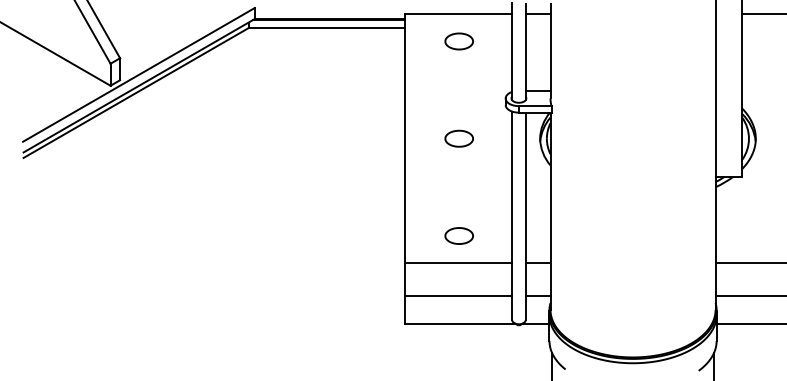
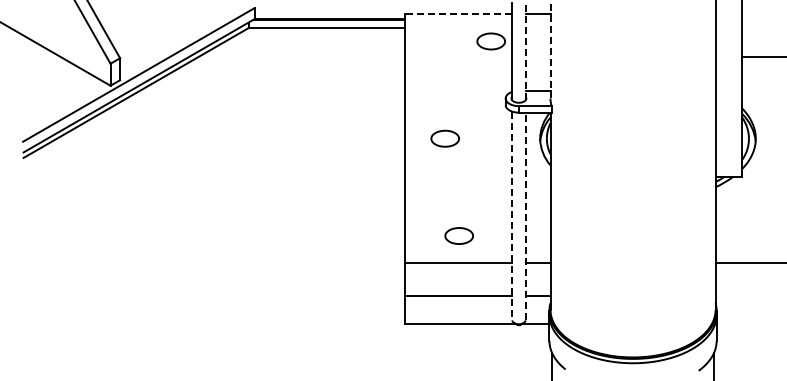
line at (458, 14): solid -> dashed
line at (762, 14) position: (762, 14) -> (762, 57)
part at (458, 41) position: (458, 41) -> (490, 41)
line at (525, 51): solid -> dashed
line at (550, 51): solid -> dashed
part at (458, 138) position: (458, 138) -> (444, 138)
line at (512, 216): solid -> dashed
line at (525, 216): solid -> dashed
line at (749, 296): present -> none
line at (749, 323): present -> none
